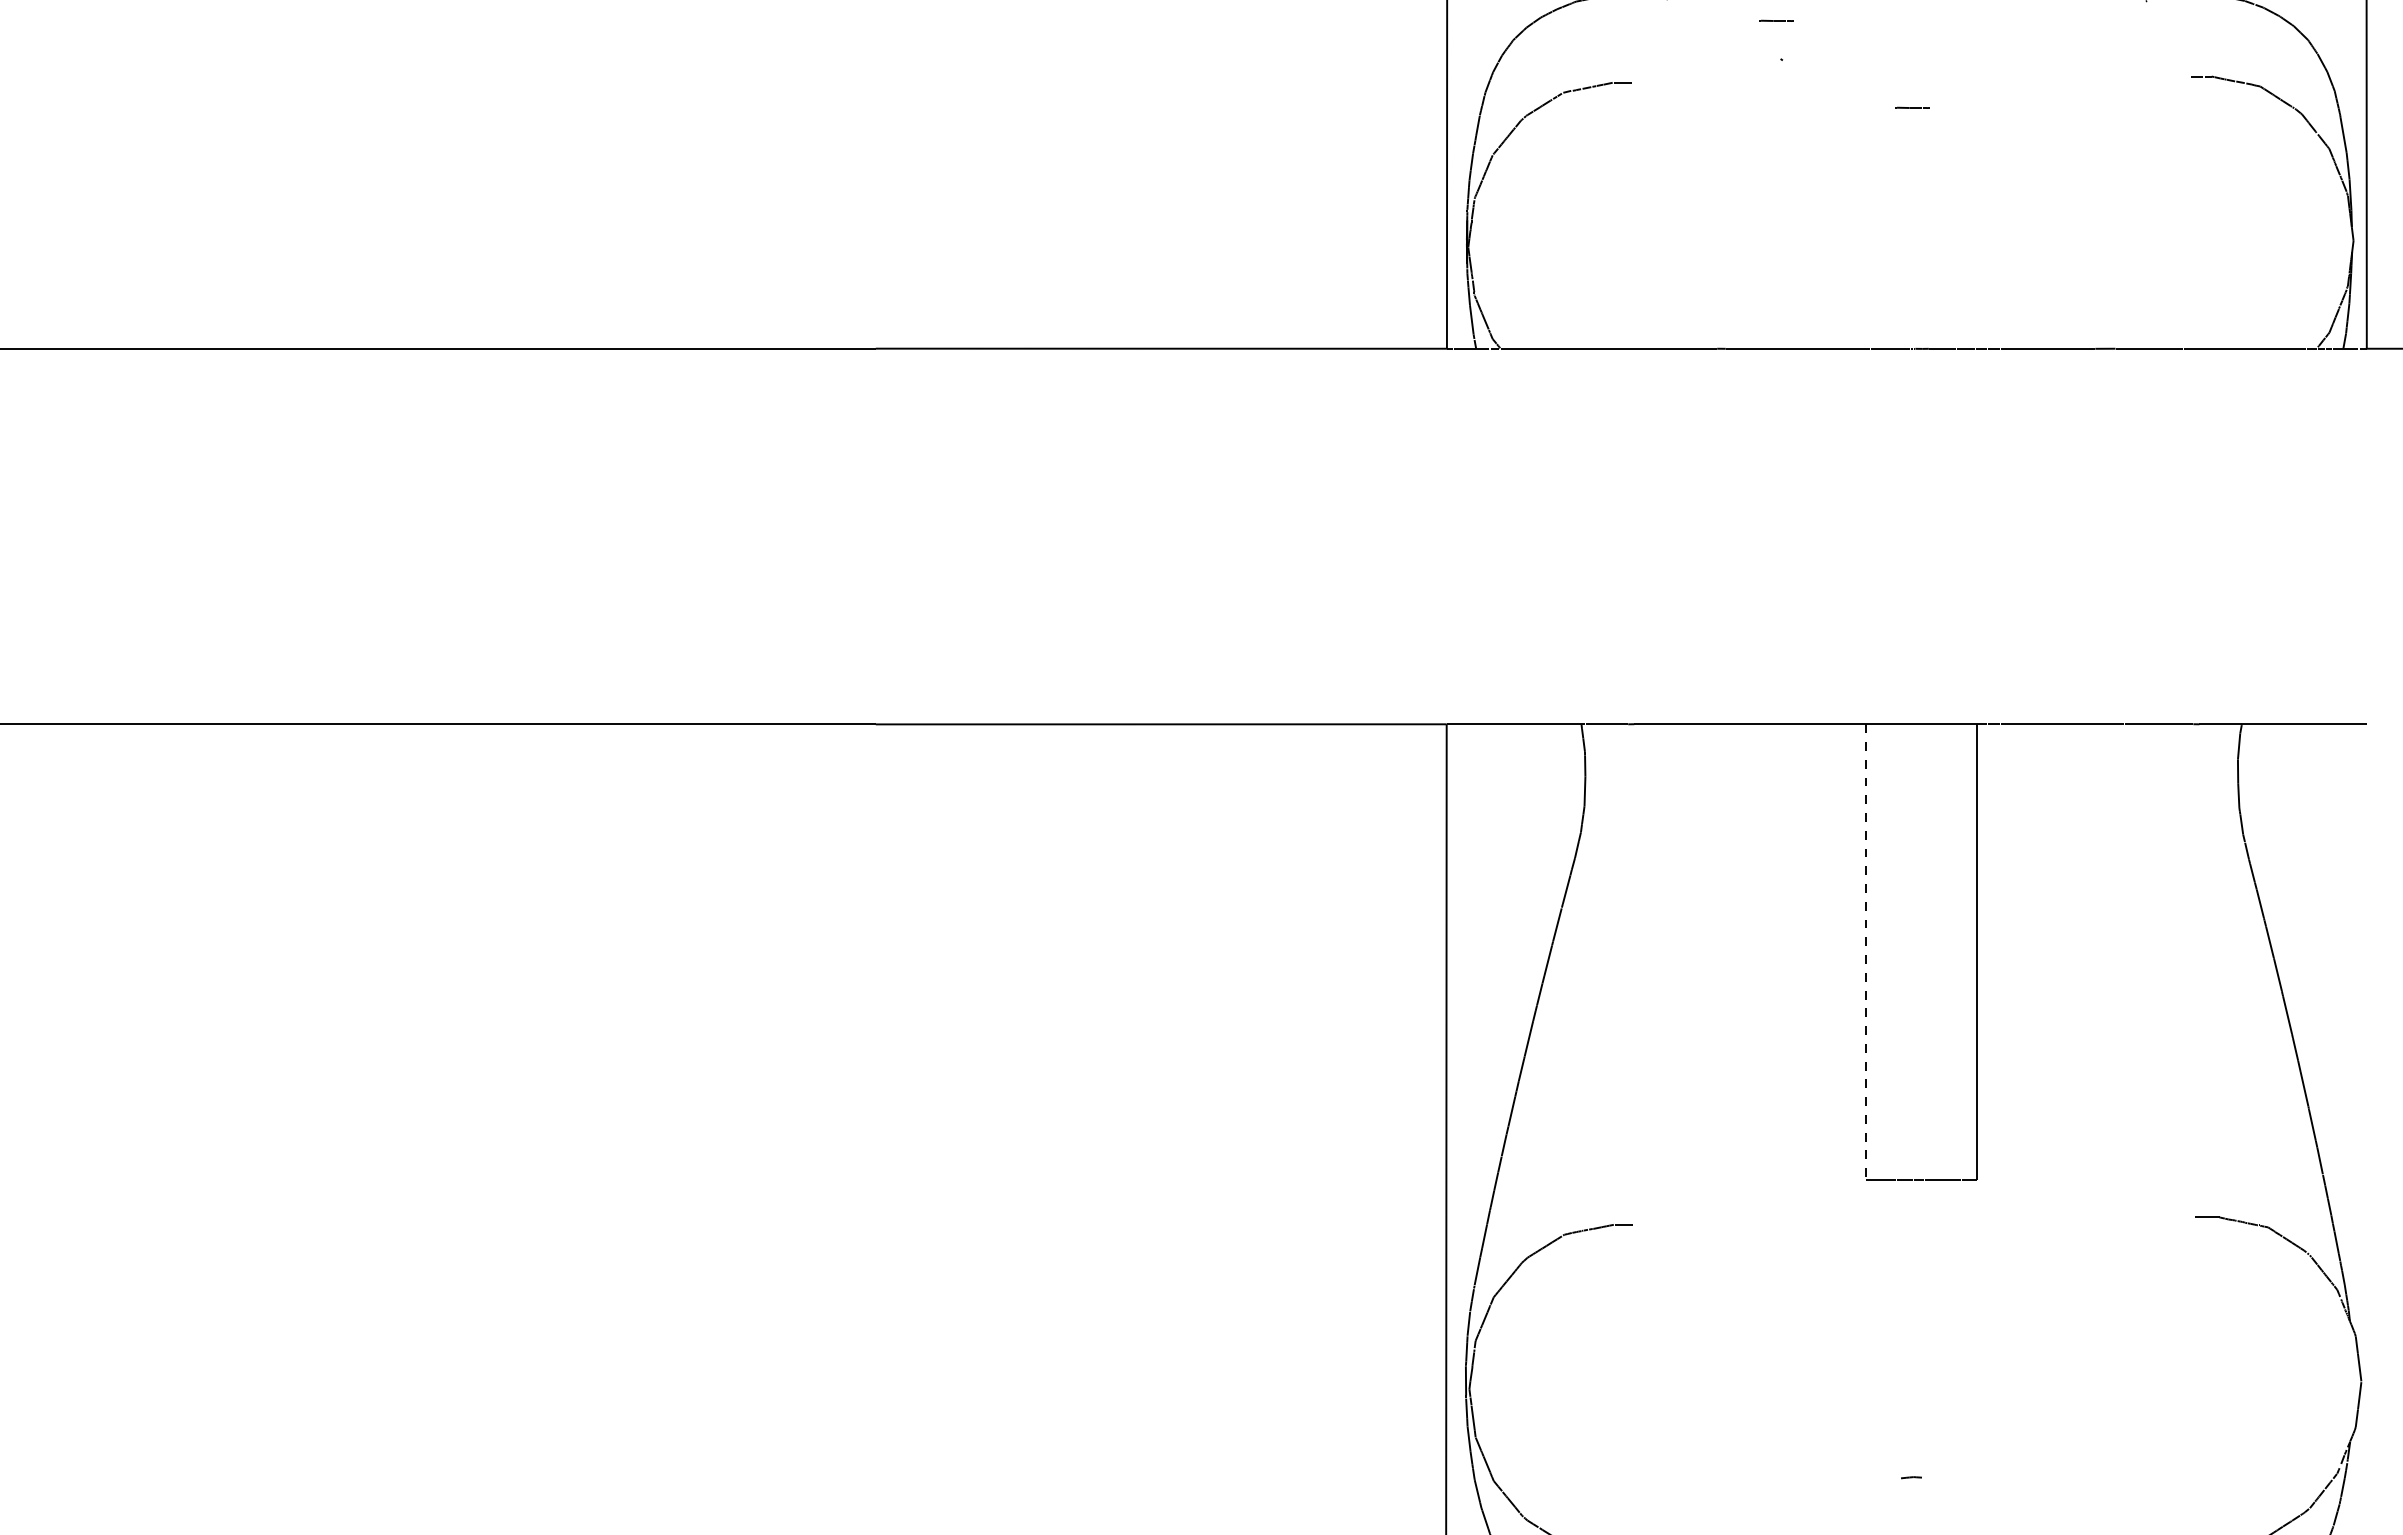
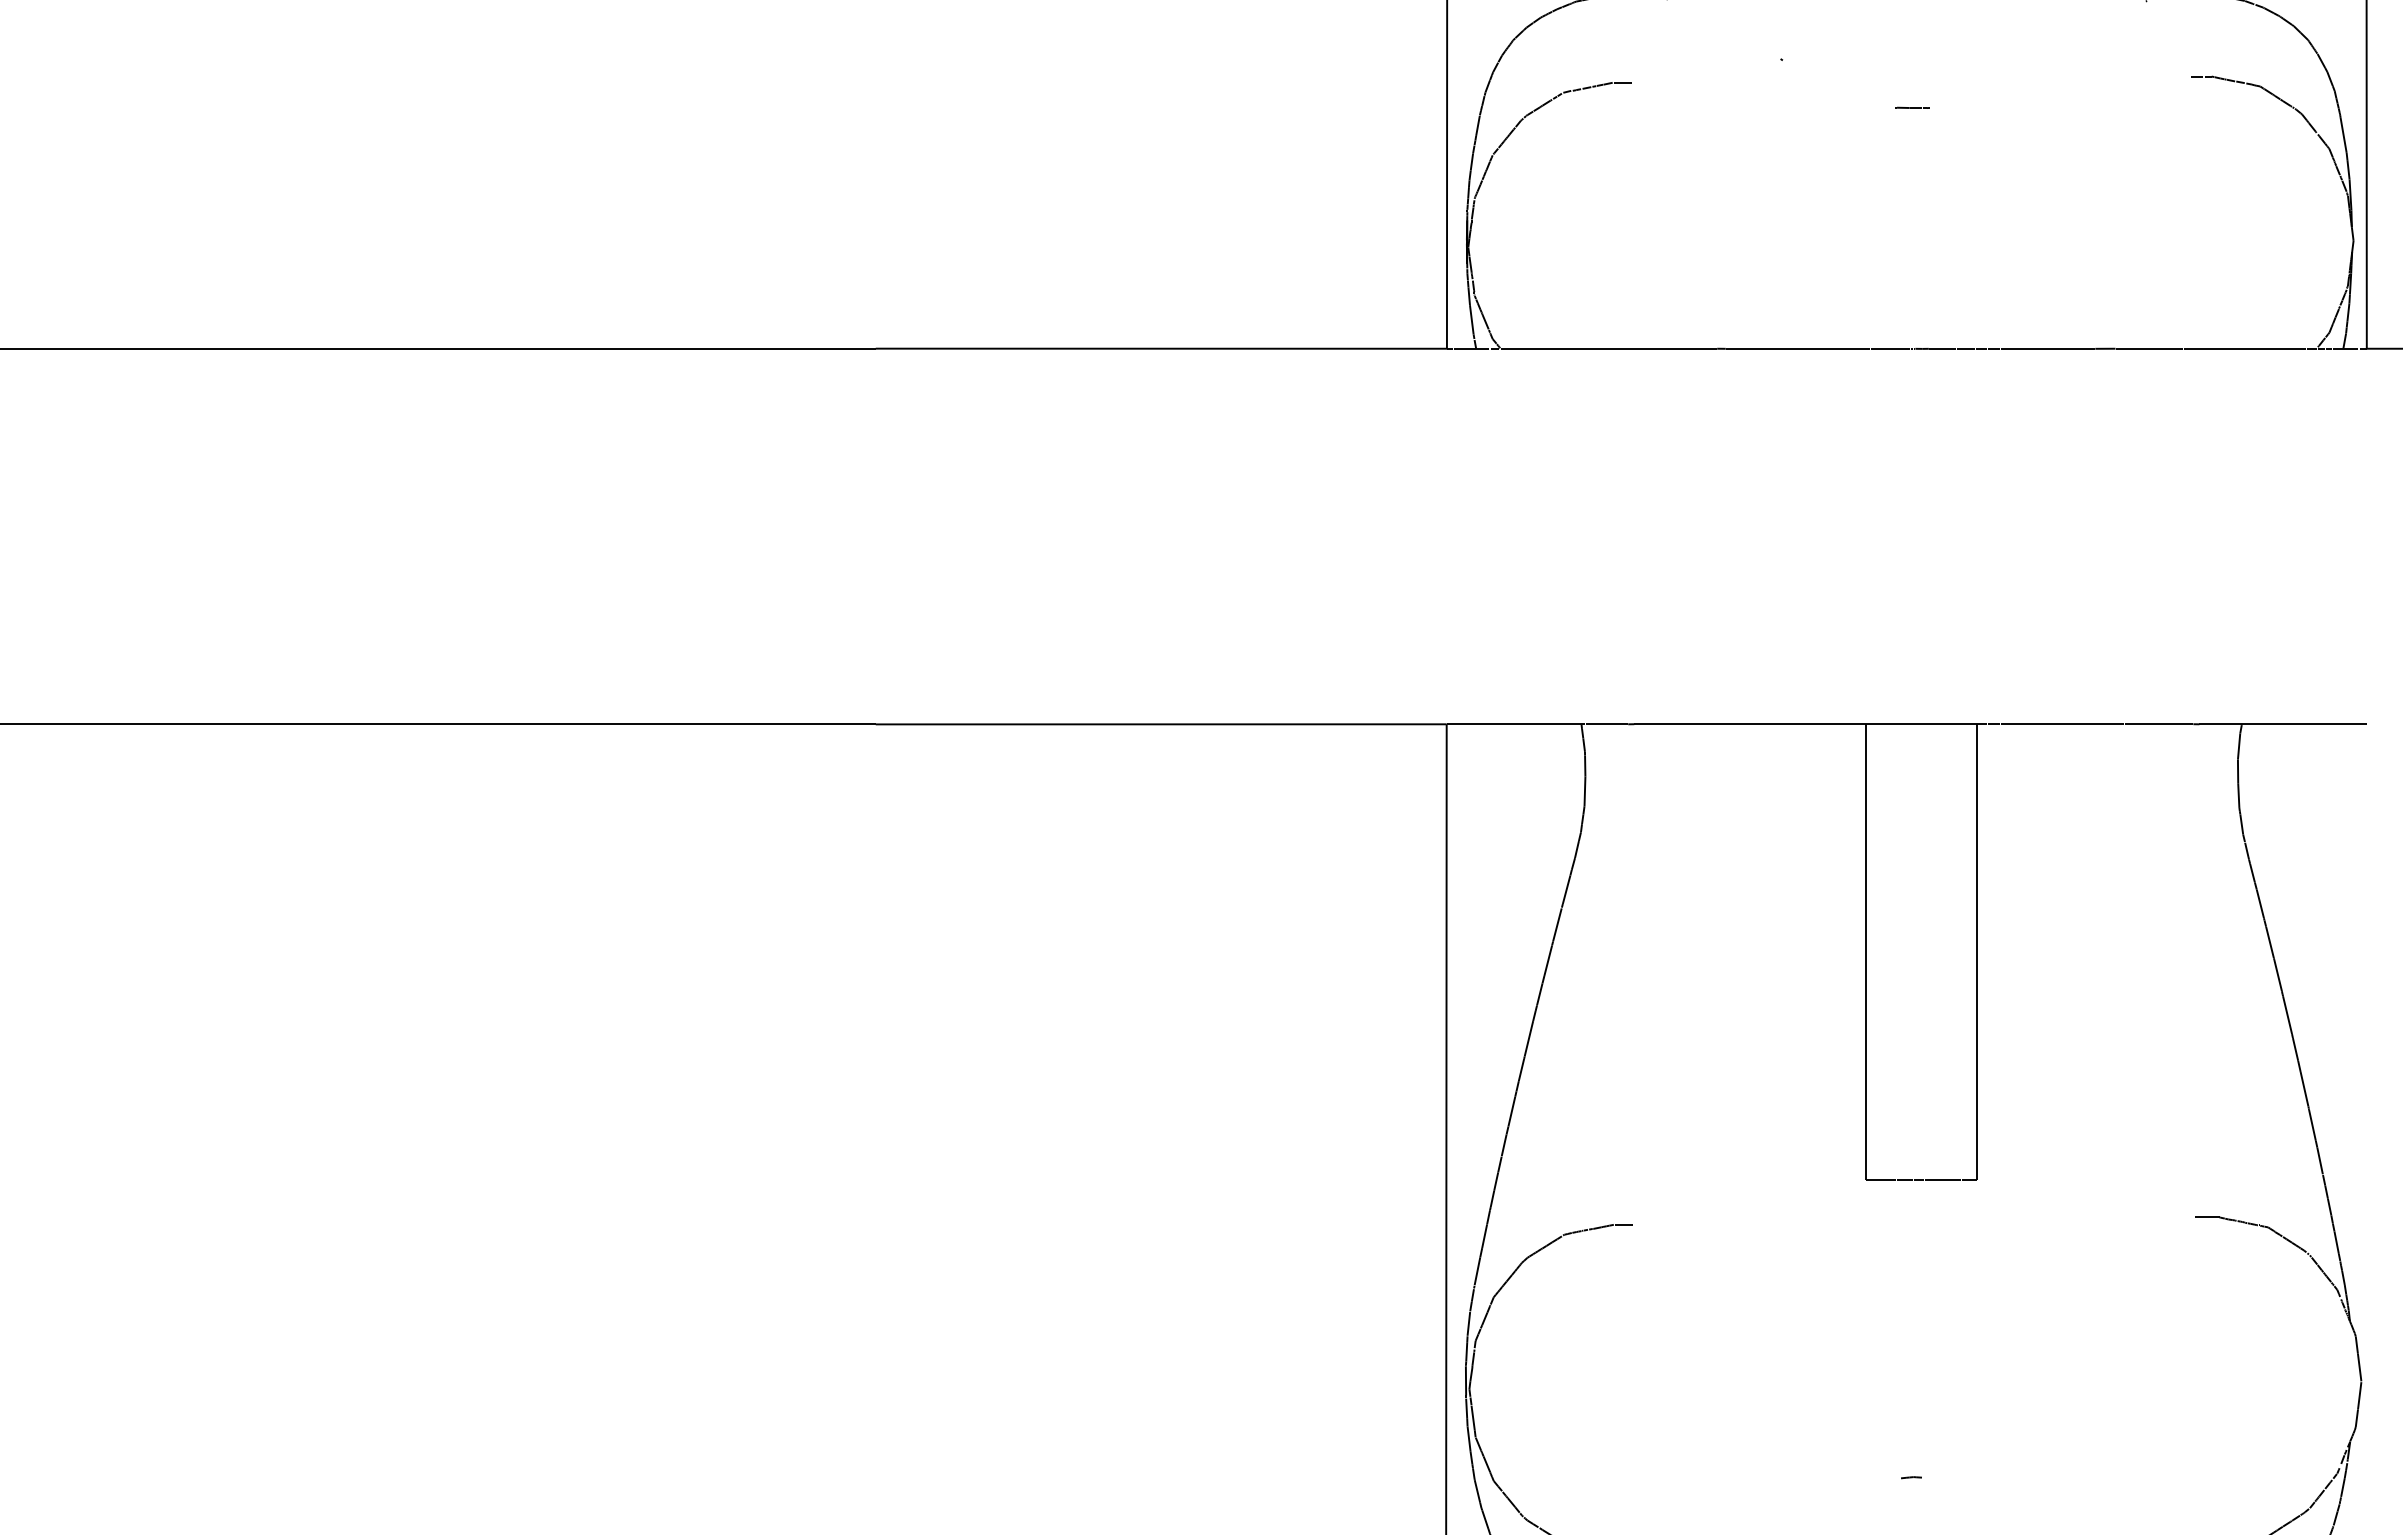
line at (1776, 20): present -> none
line at (1866, 951): dashed -> solid
